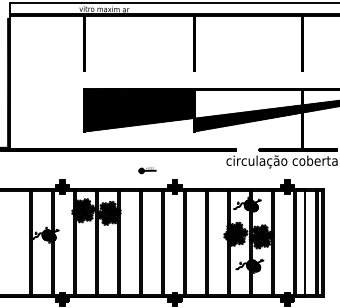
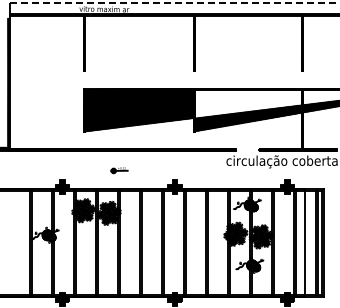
line at (174, 2): solid -> dashed
part at (147, 170) position: (147, 170) -> (119, 170)
